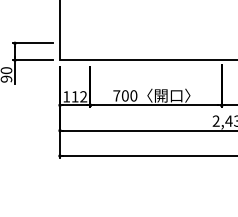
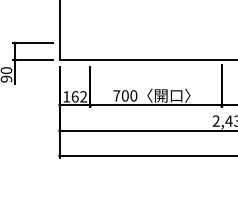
text at (74, 96): 112 -> 162
